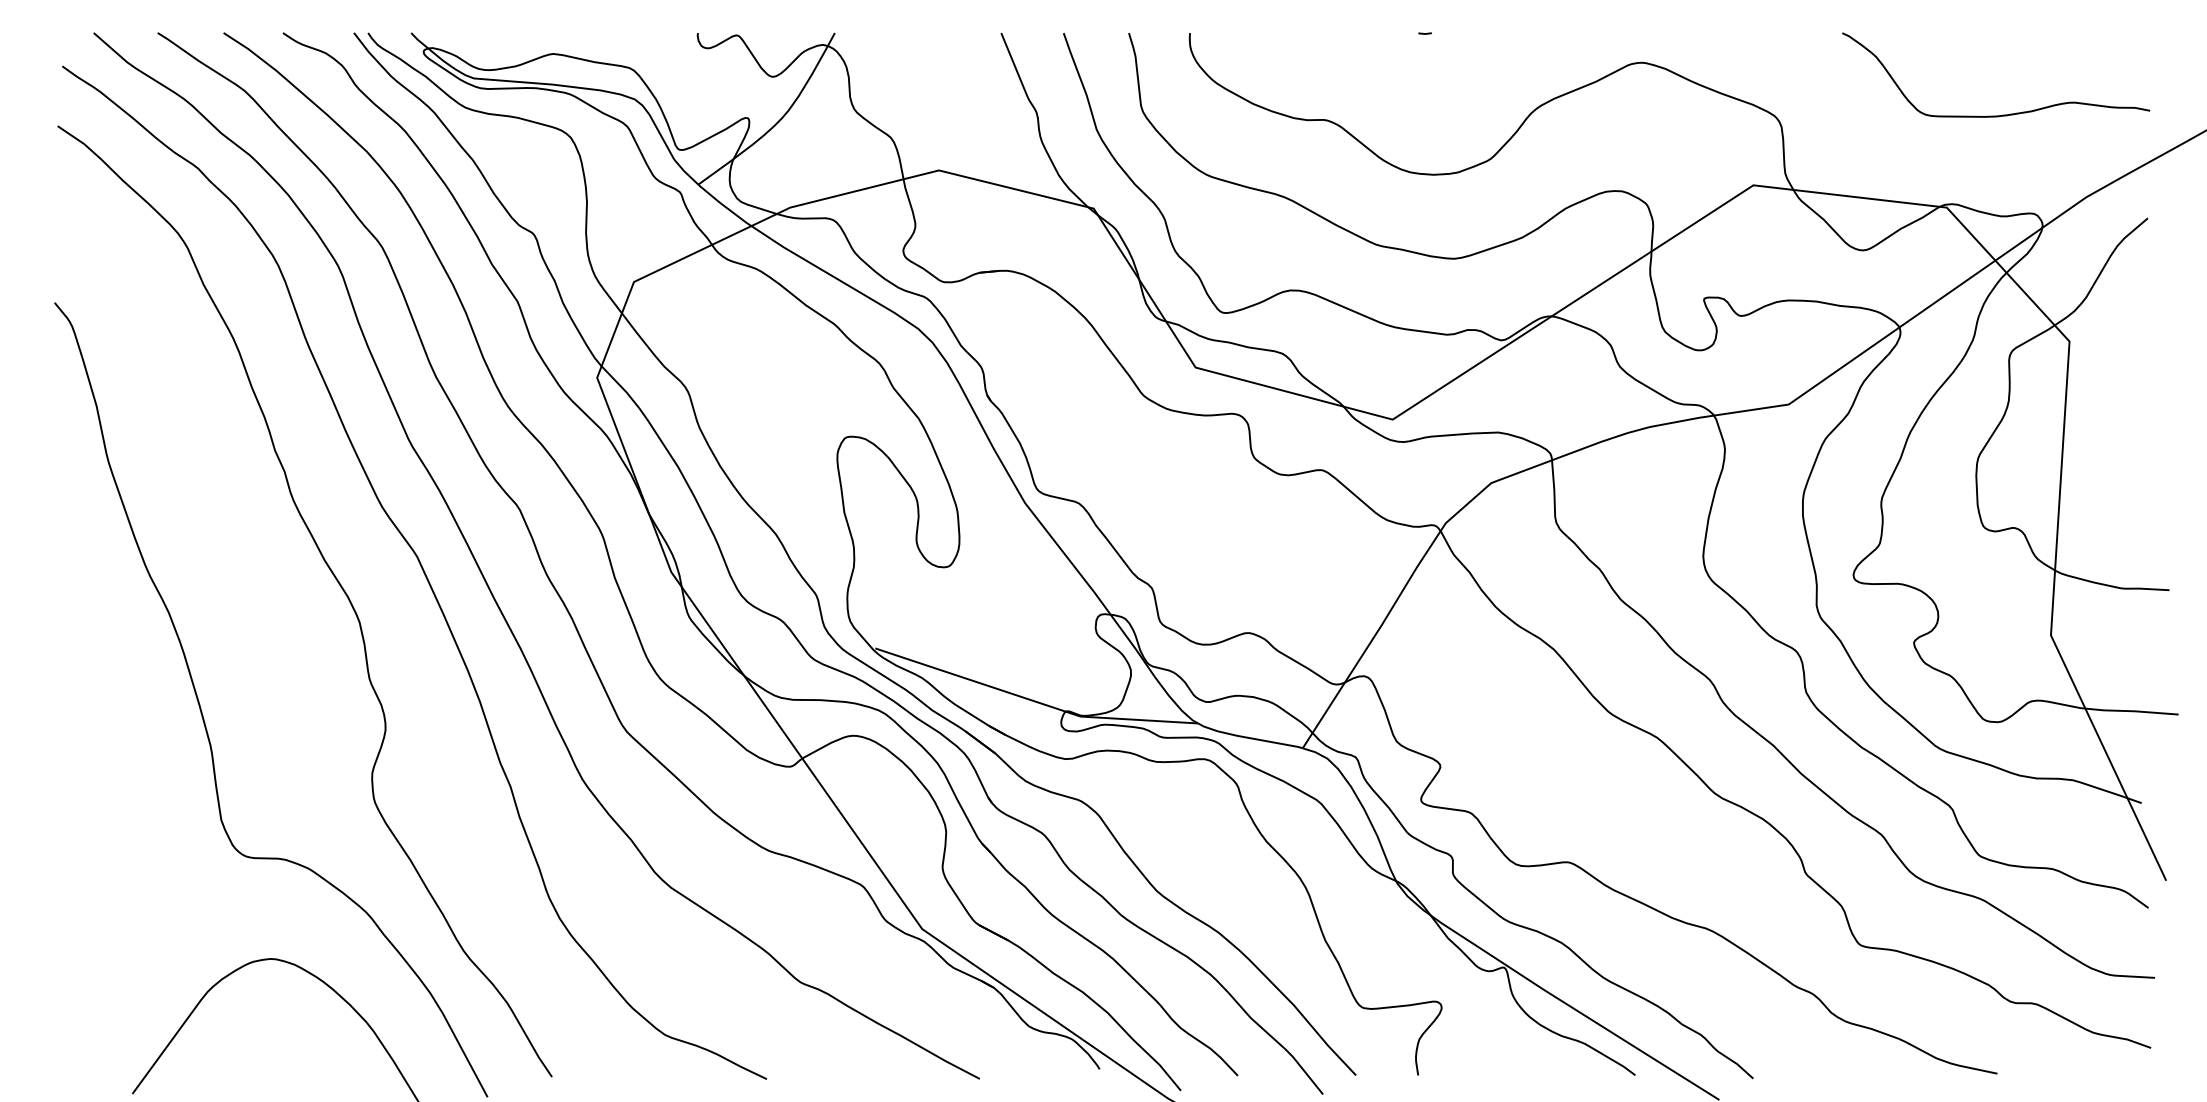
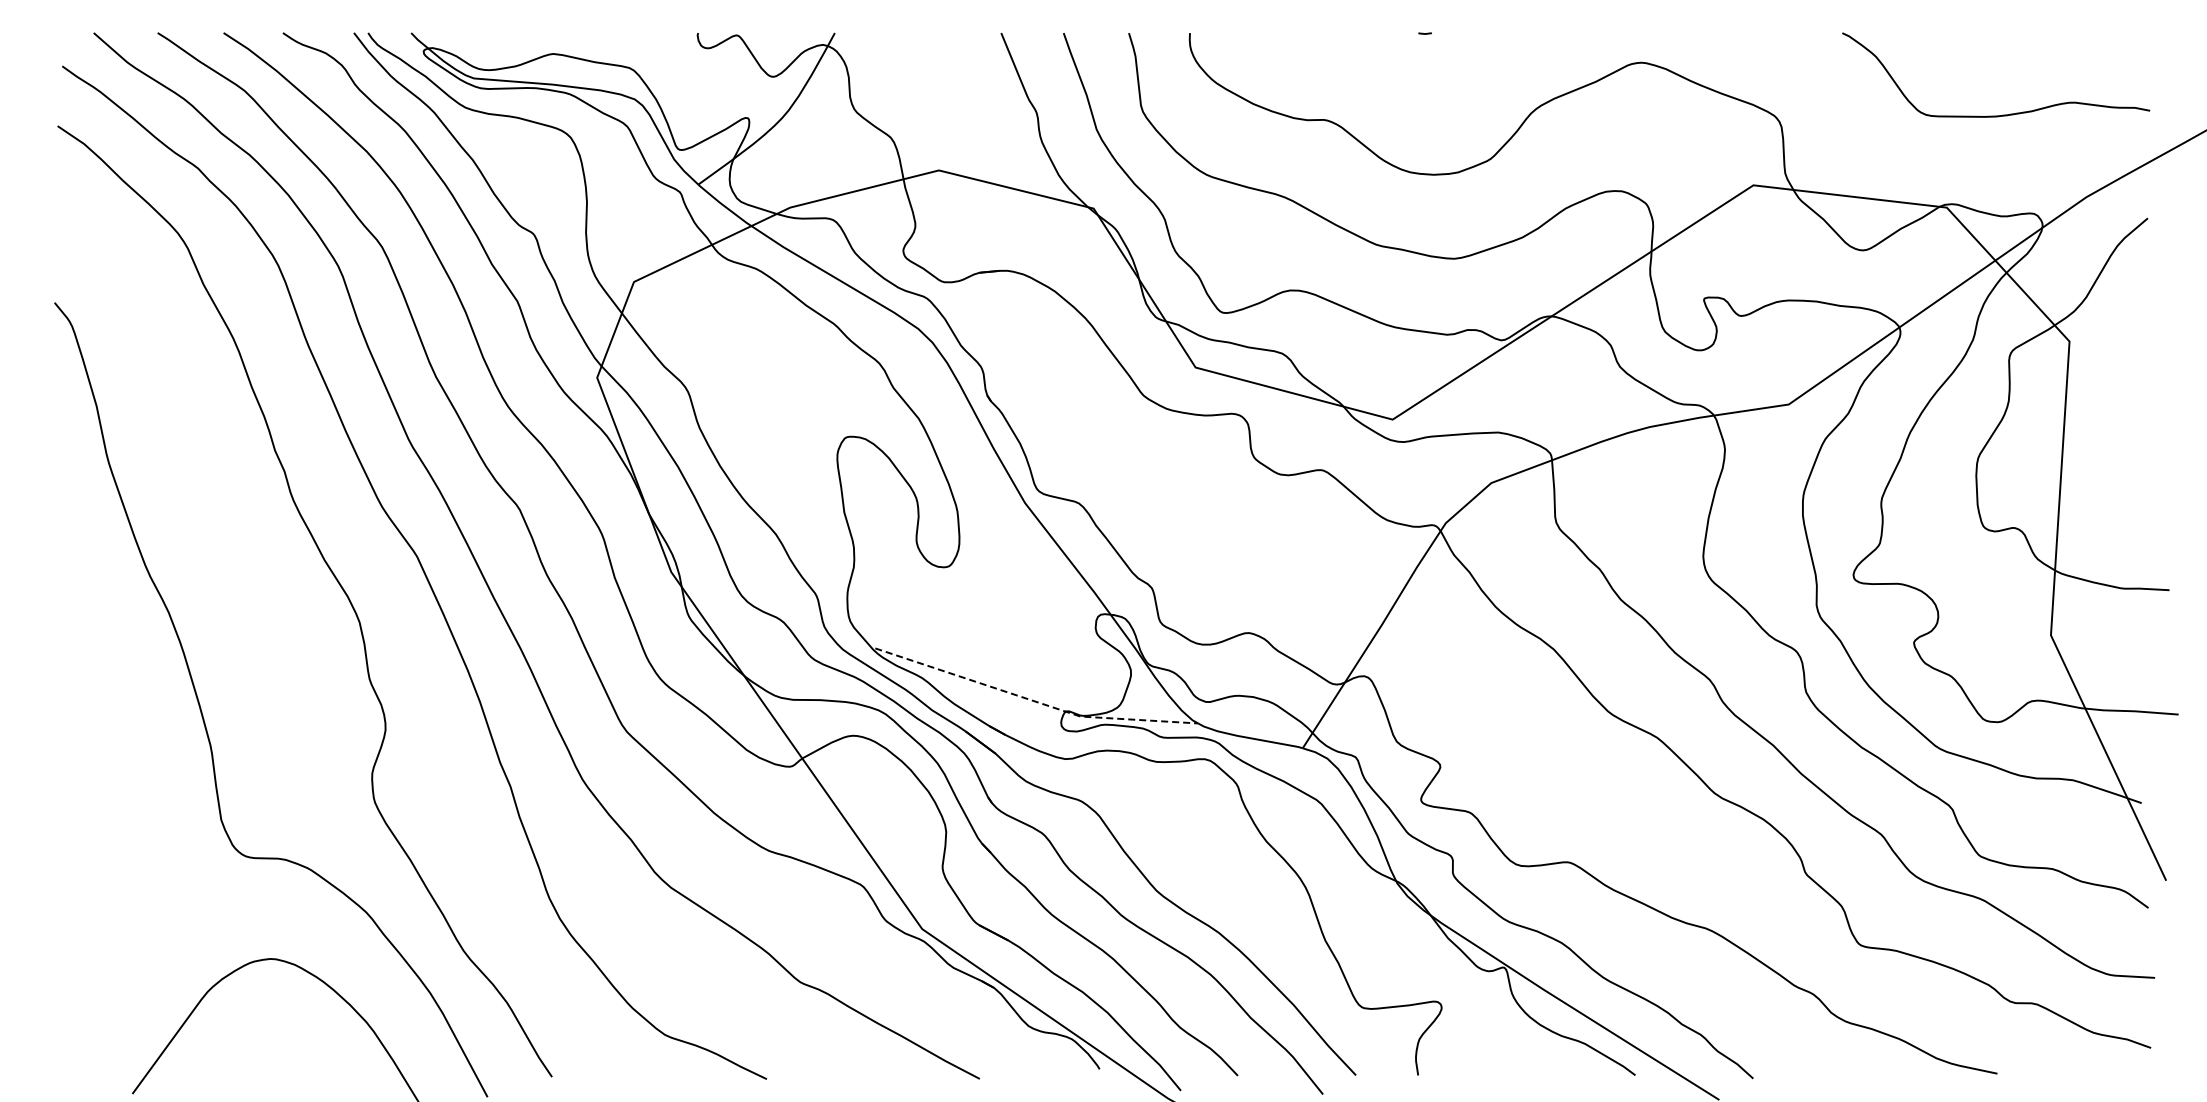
line at (1034, 701): solid -> dashed
